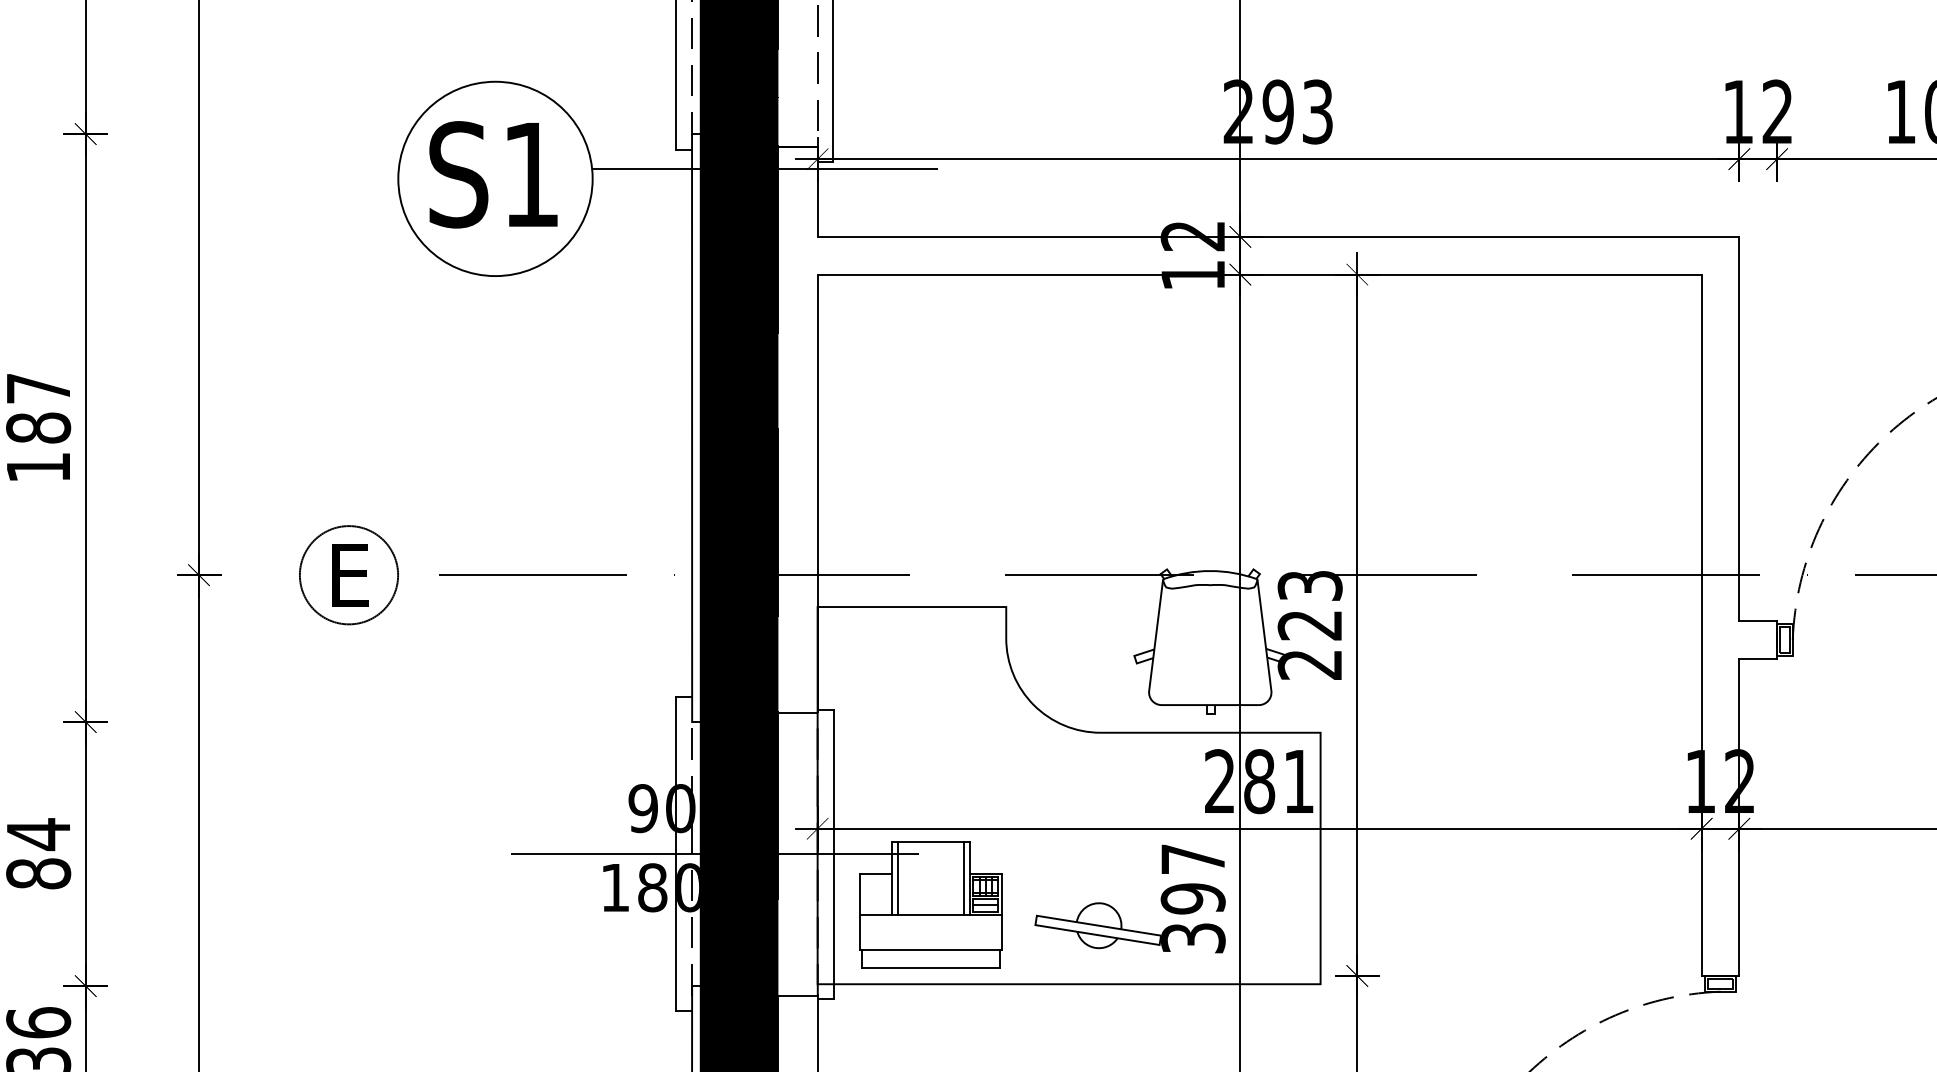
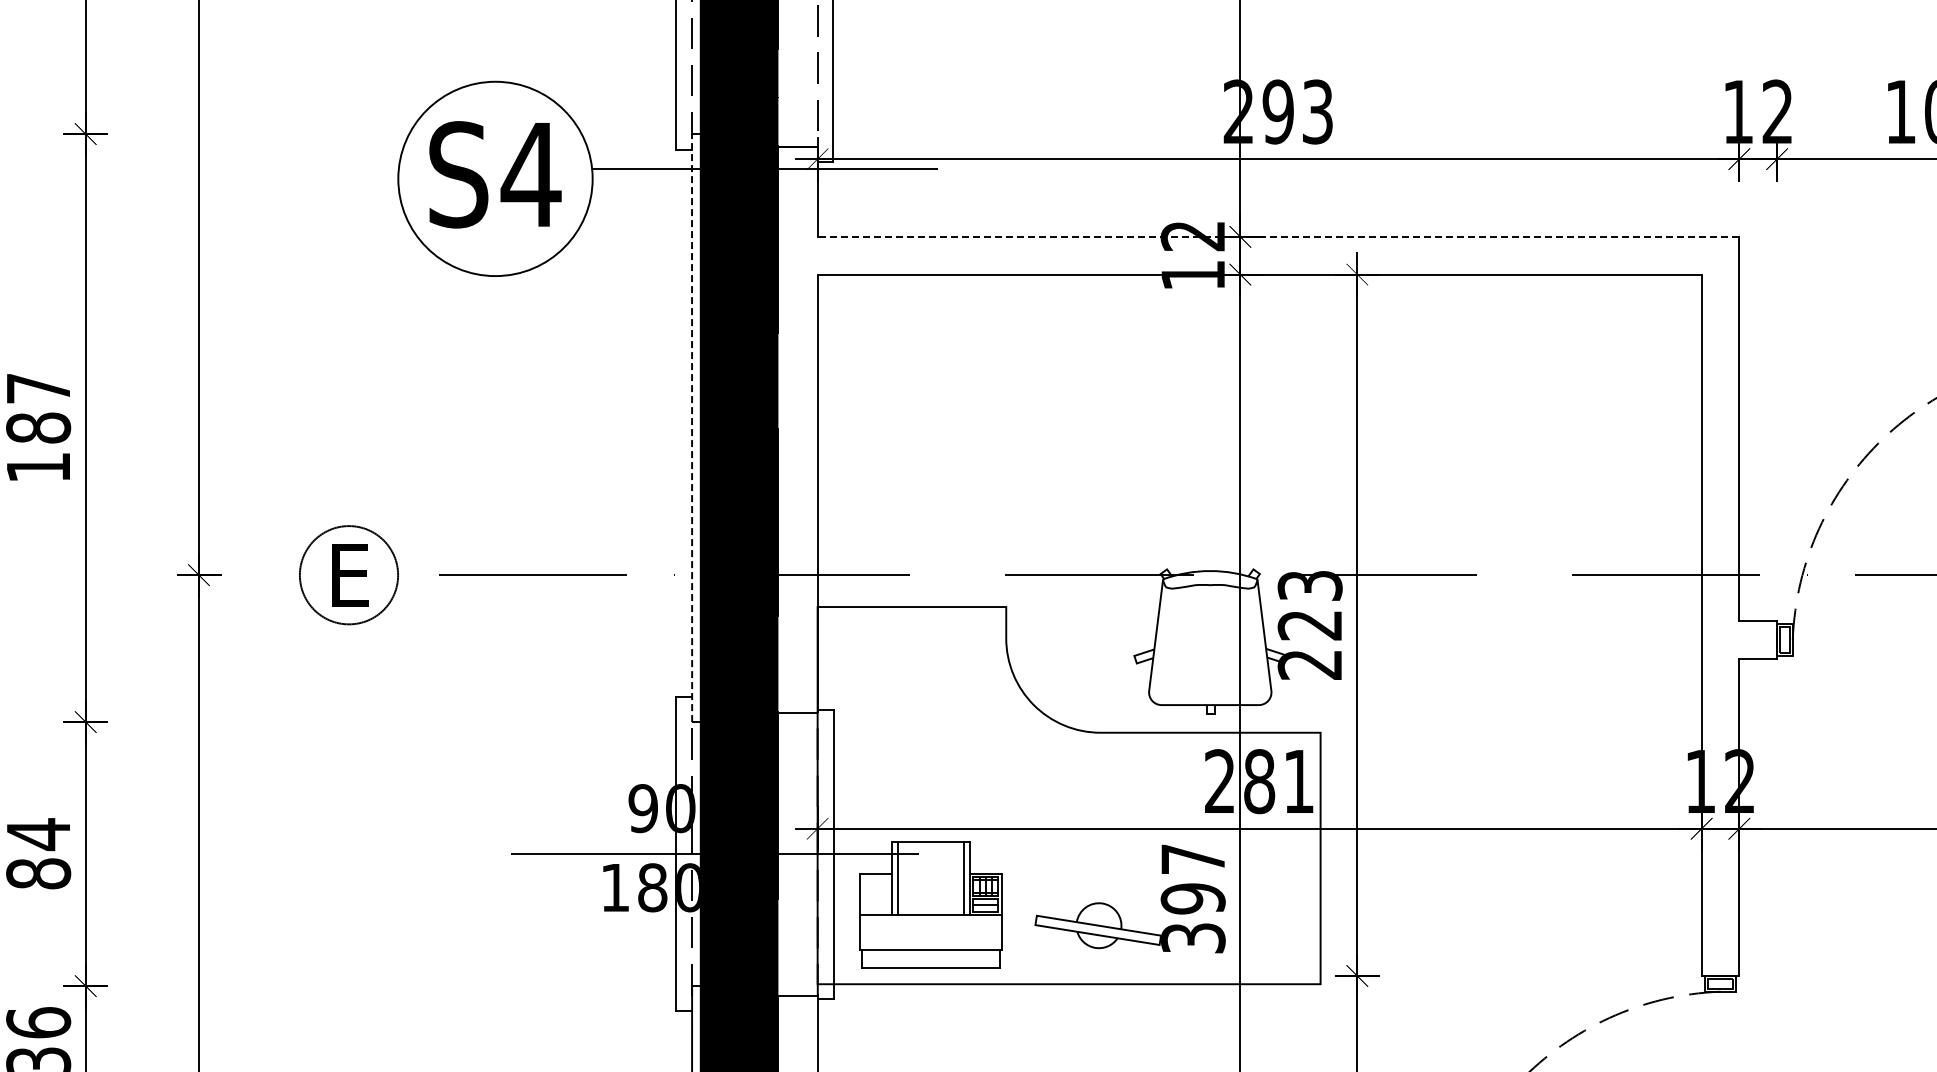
text at (530, 174): S1 -> S4
line at (1278, 236): solid -> dashed
line at (692, 427): solid -> dashed
